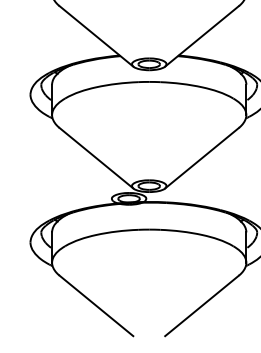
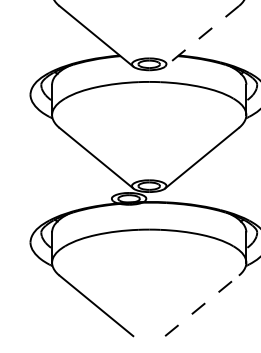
line at (202, 36): solid -> dashed
line at (202, 305): solid -> dashed
